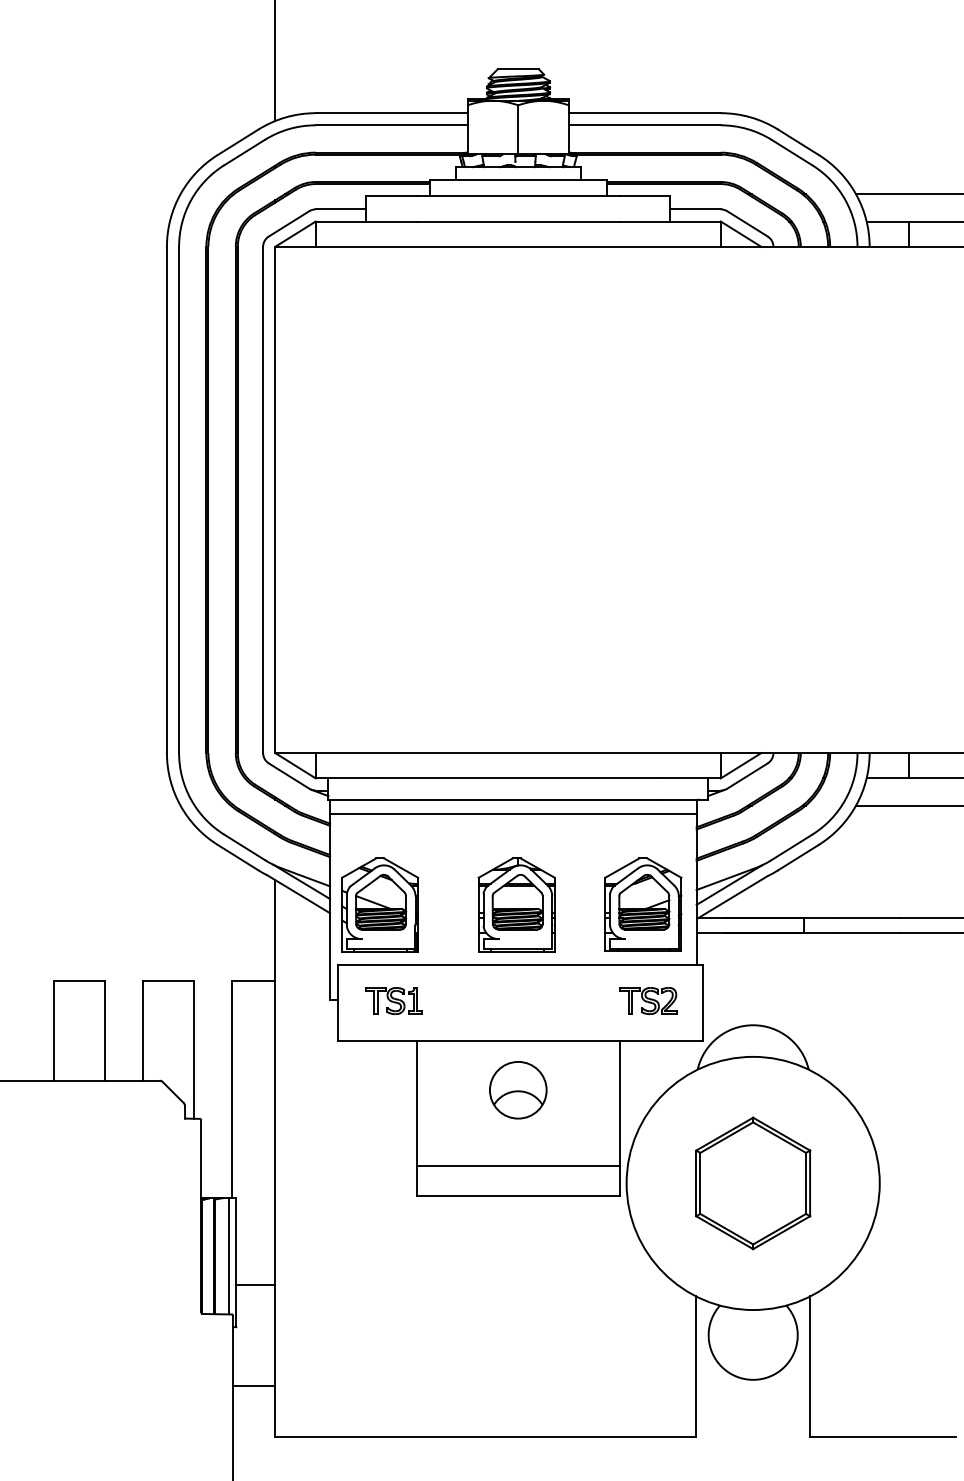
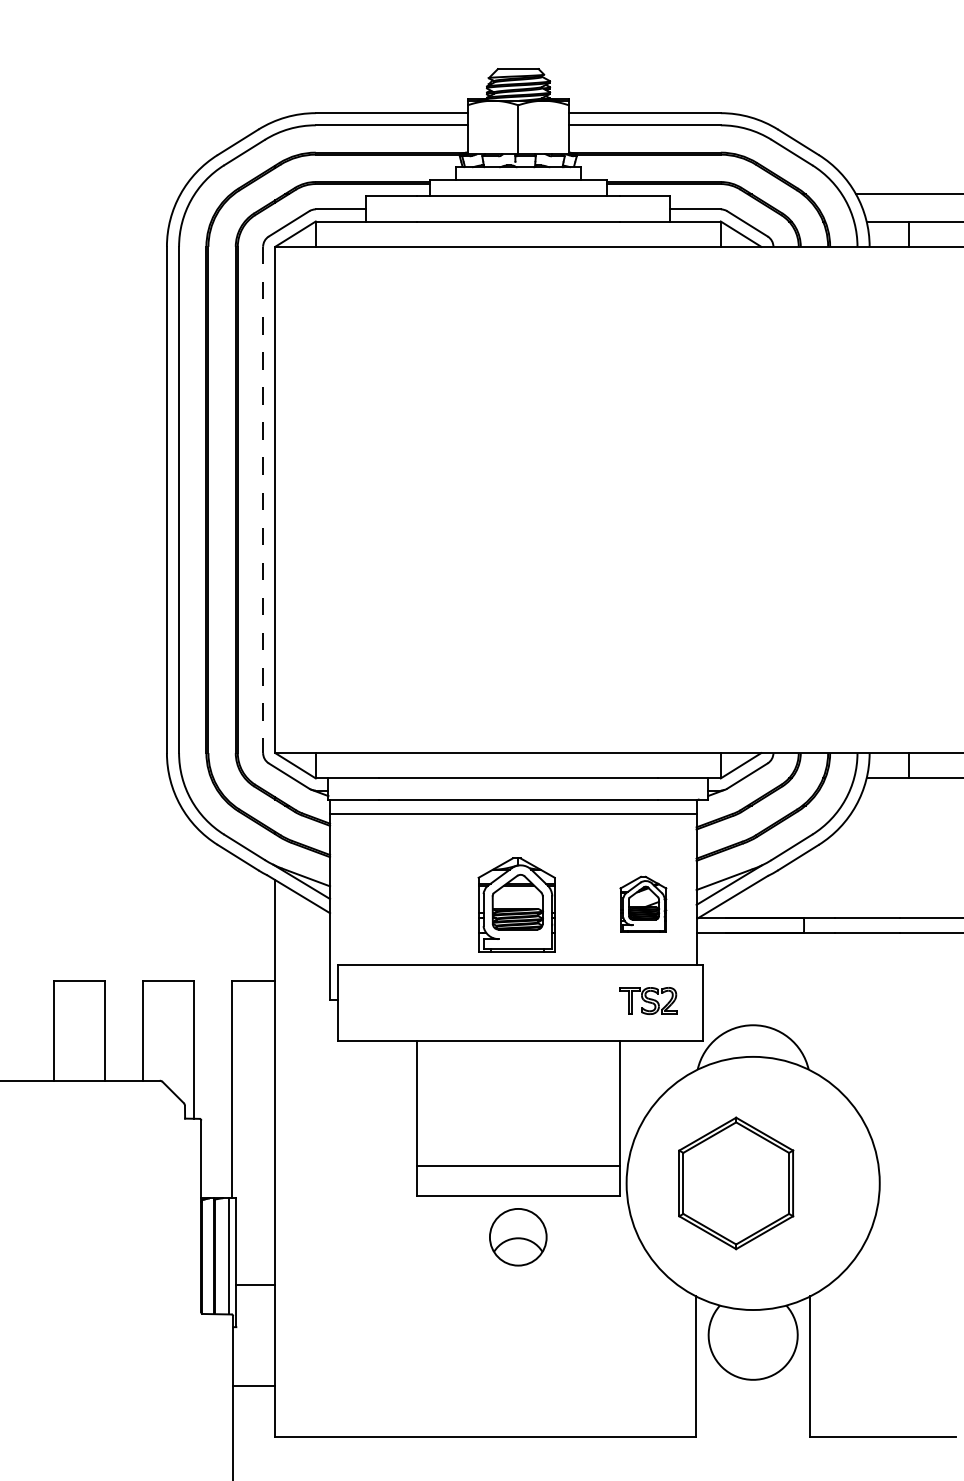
line at (275, 61): present -> none
line at (263, 500): solid -> dashed
line at (908, 805): present -> none
part at (380, 904): present -> none
part at (643, 904) size: 79x95 px -> 49x58 px
part at (393, 1000): present -> none
part at (518, 1090) position: (518, 1090) -> (518, 1237)
part at (753, 1183) position: (753, 1183) -> (736, 1183)
